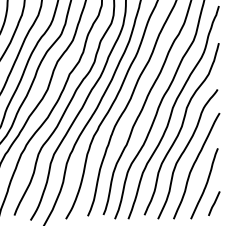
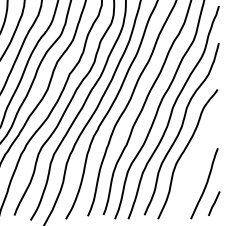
curve at (194, 165): present -> none
